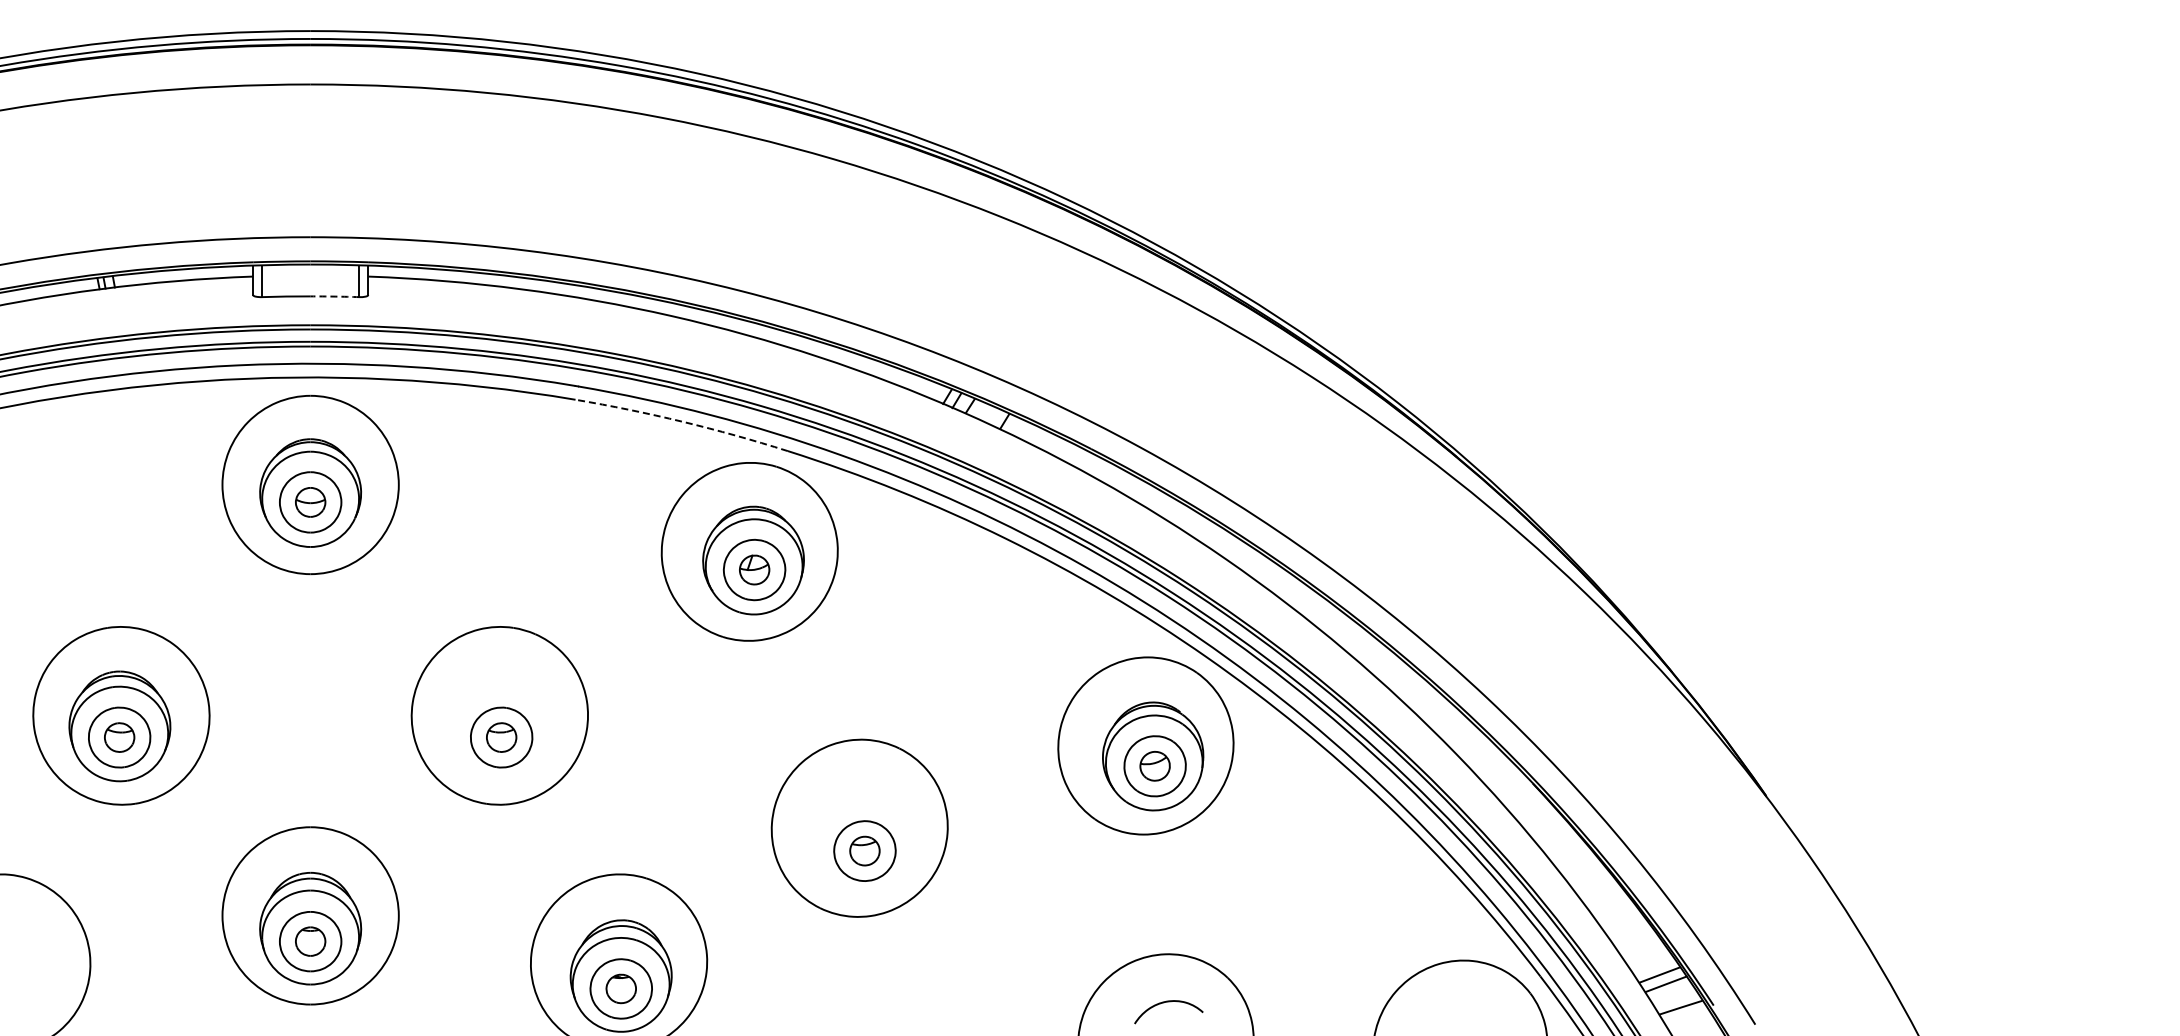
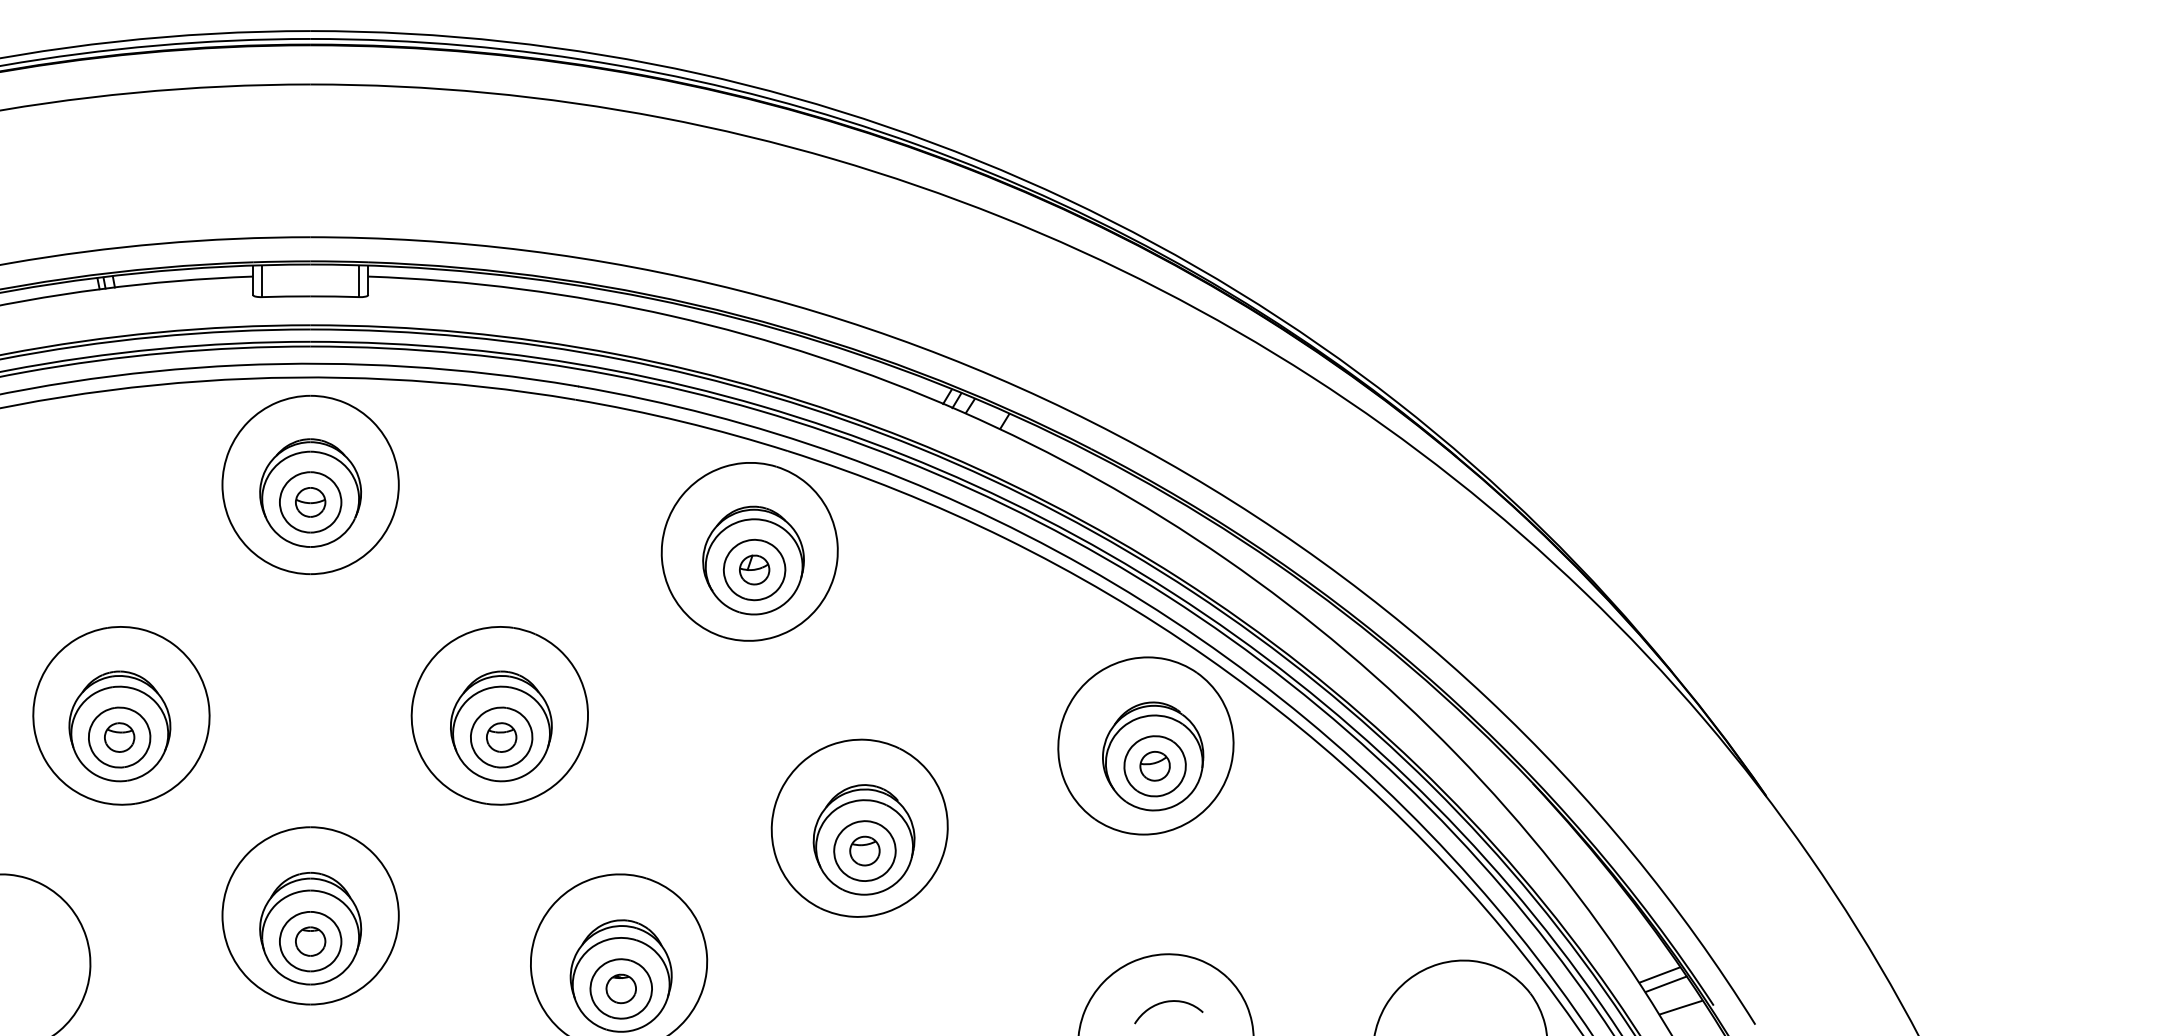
arc at (335, 296): dashed -> solid
arc at (682, 421): dashed -> solid
part at (501, 726): none -> present
part at (863, 839): none -> present
